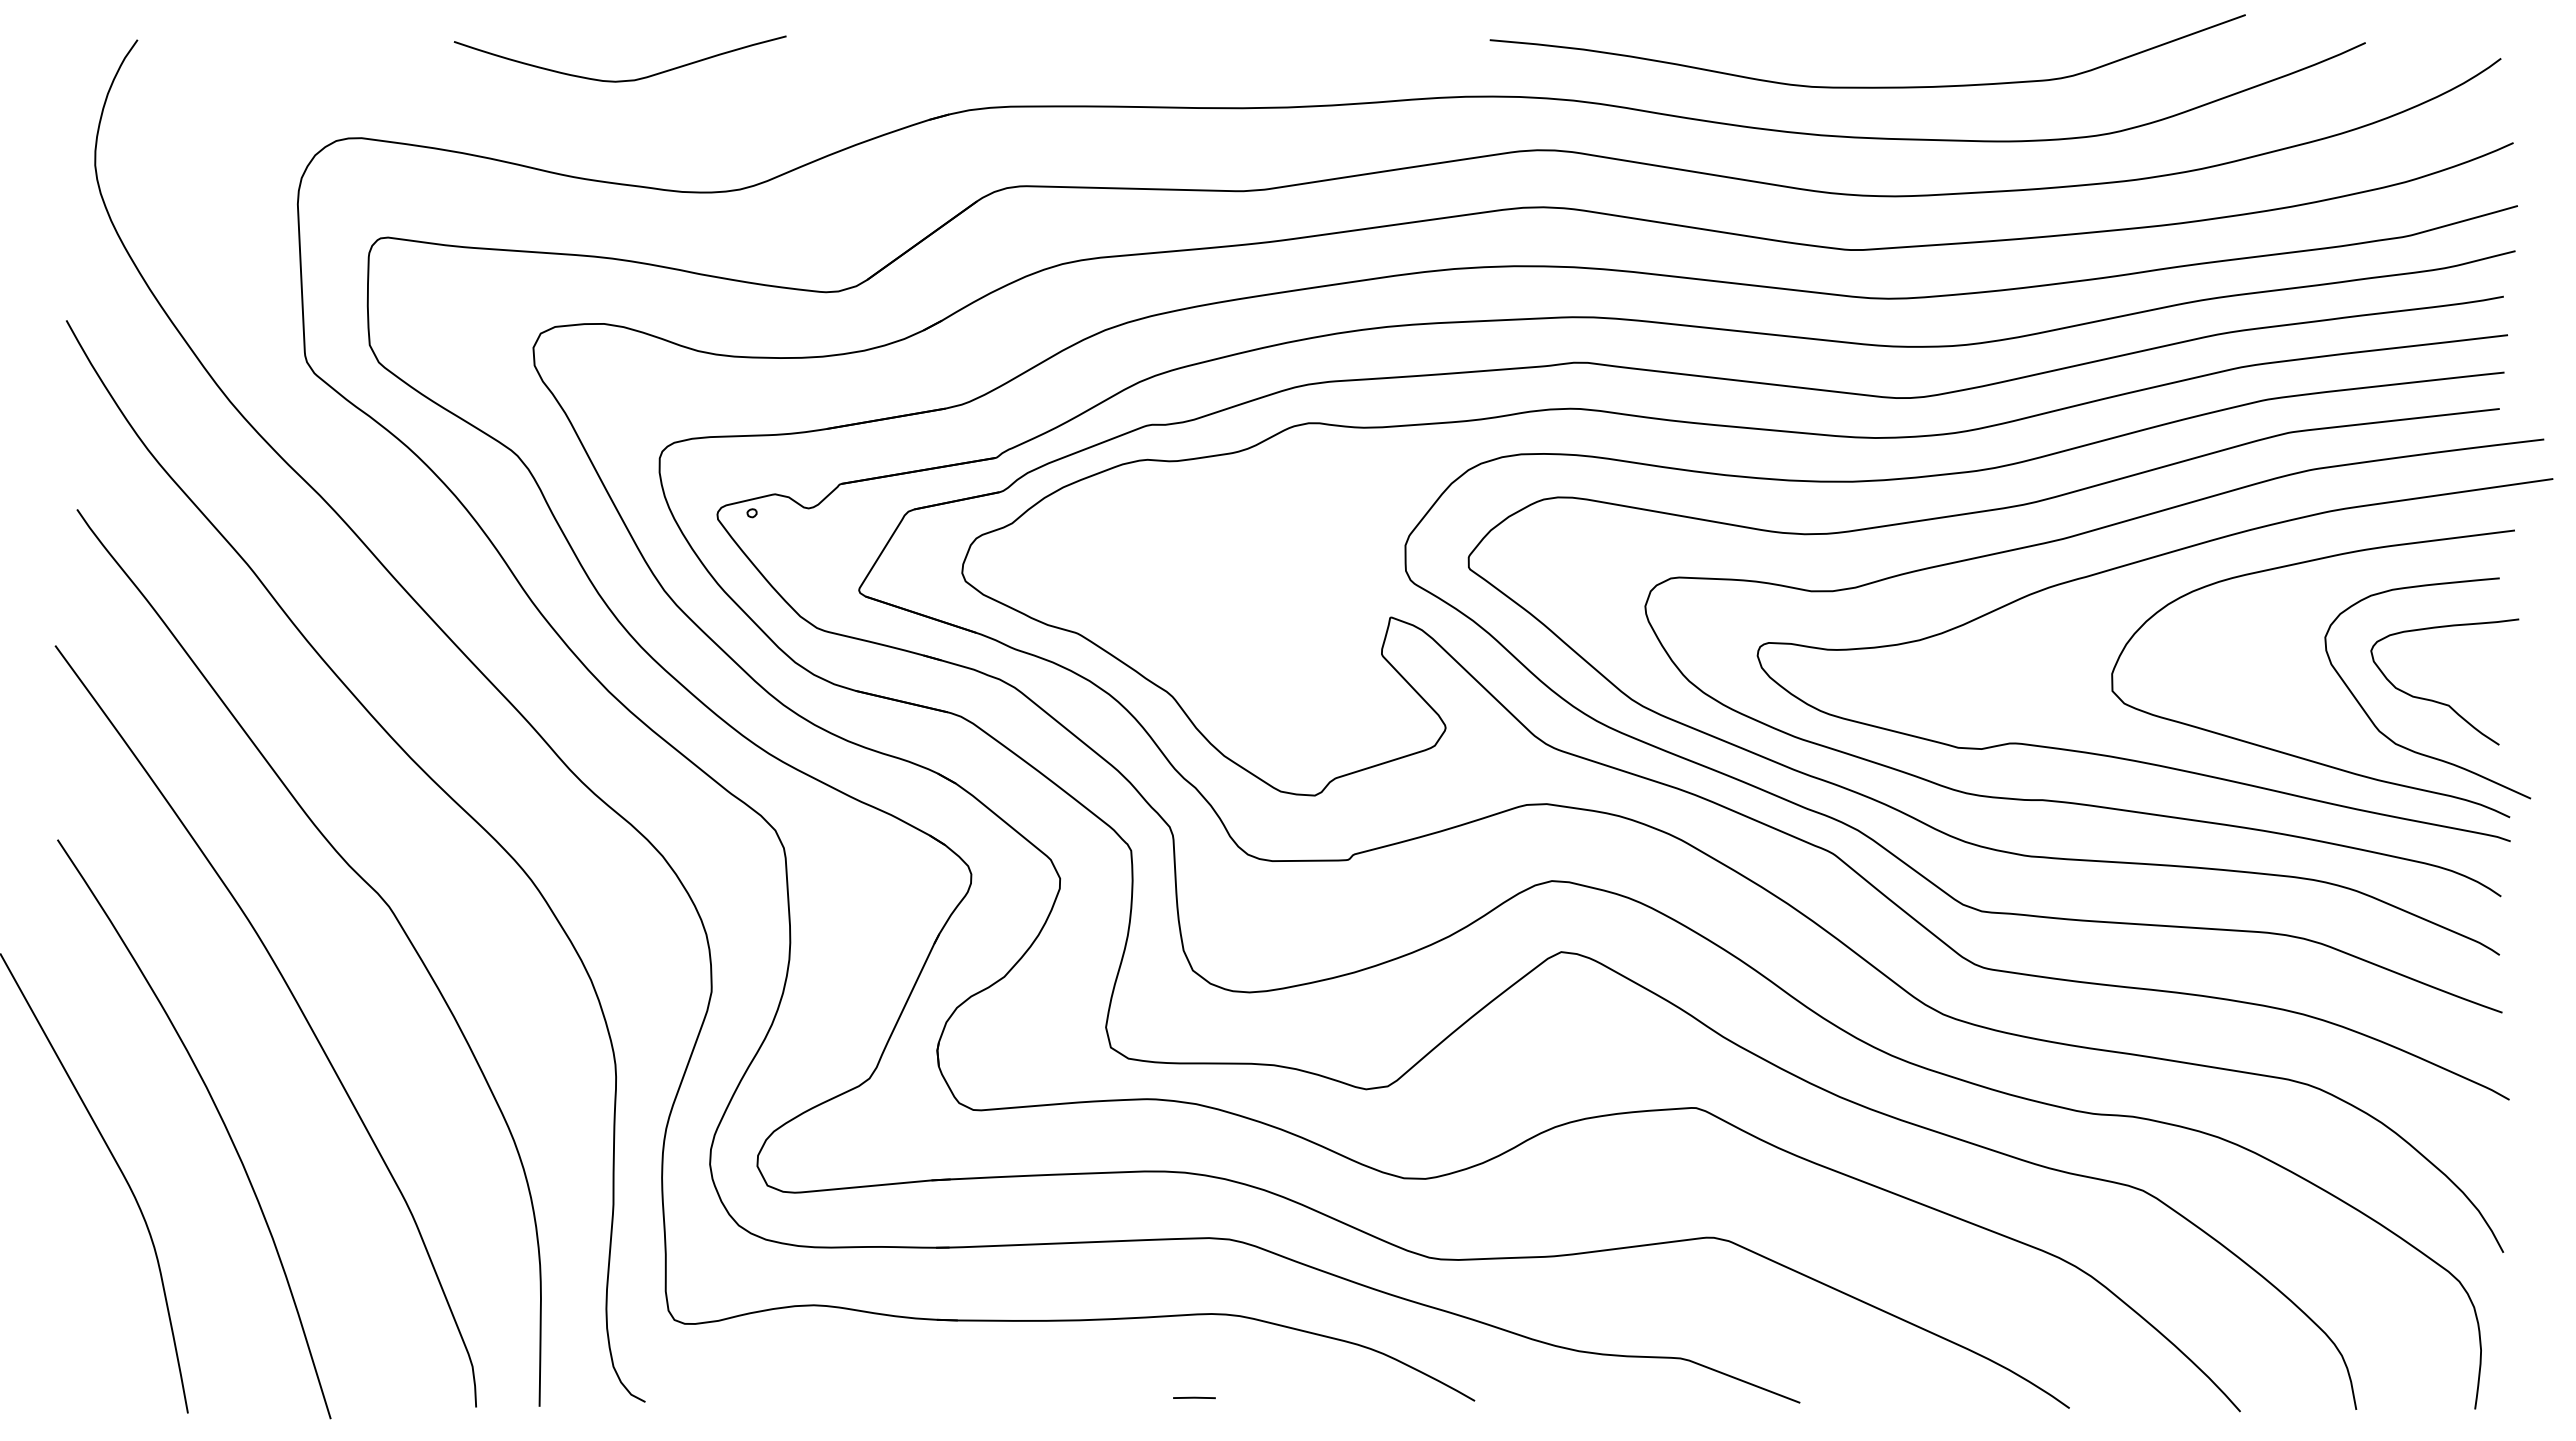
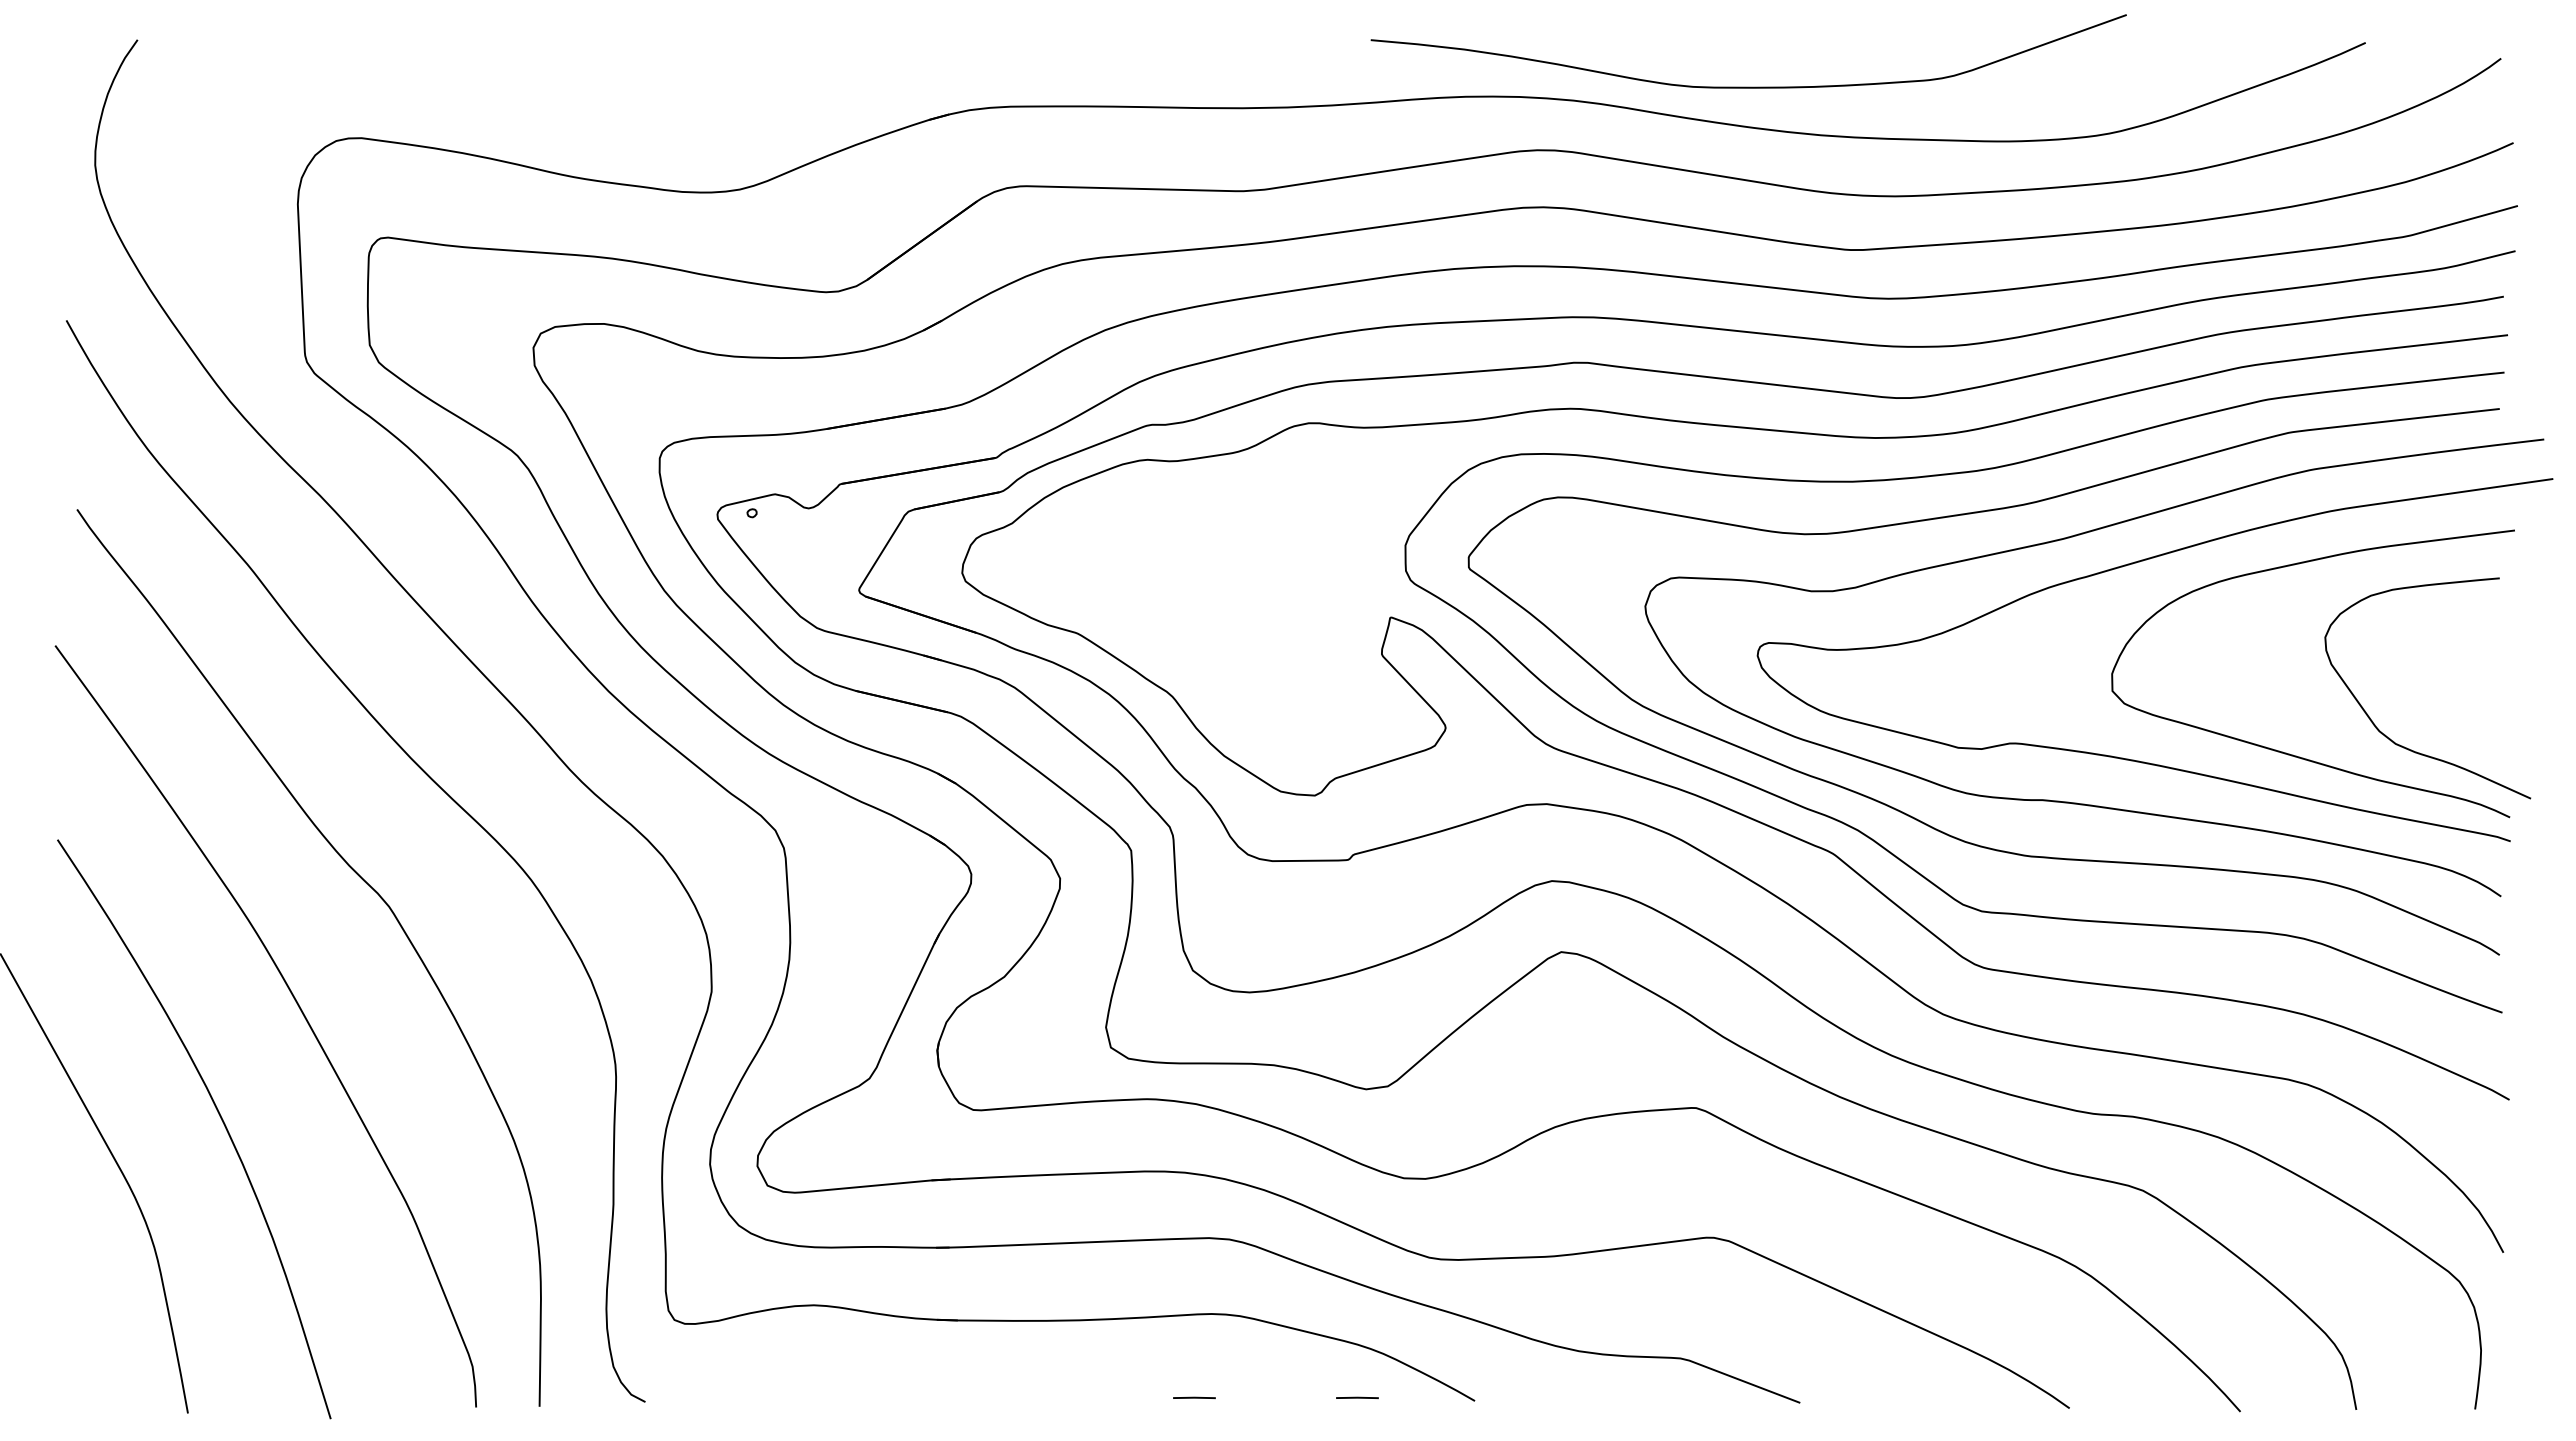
curve at (619, 80): present -> none
curve at (1867, 86) position: (1867, 86) -> (1748, 86)
curve at (2438, 701): present -> none
line at (1357, 1397): none -> present
